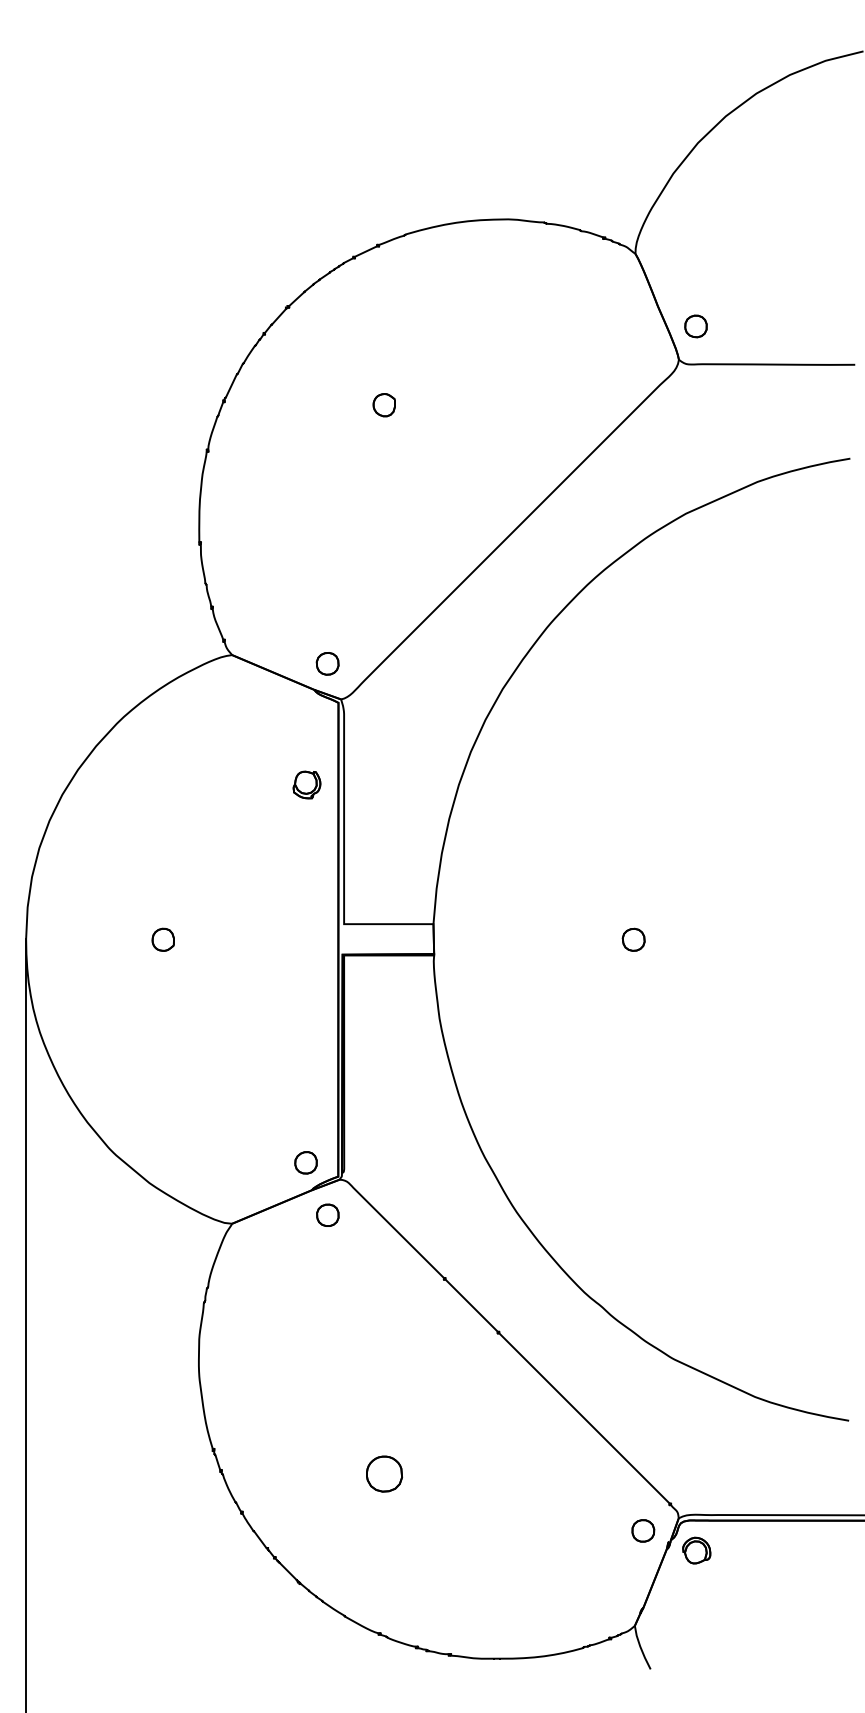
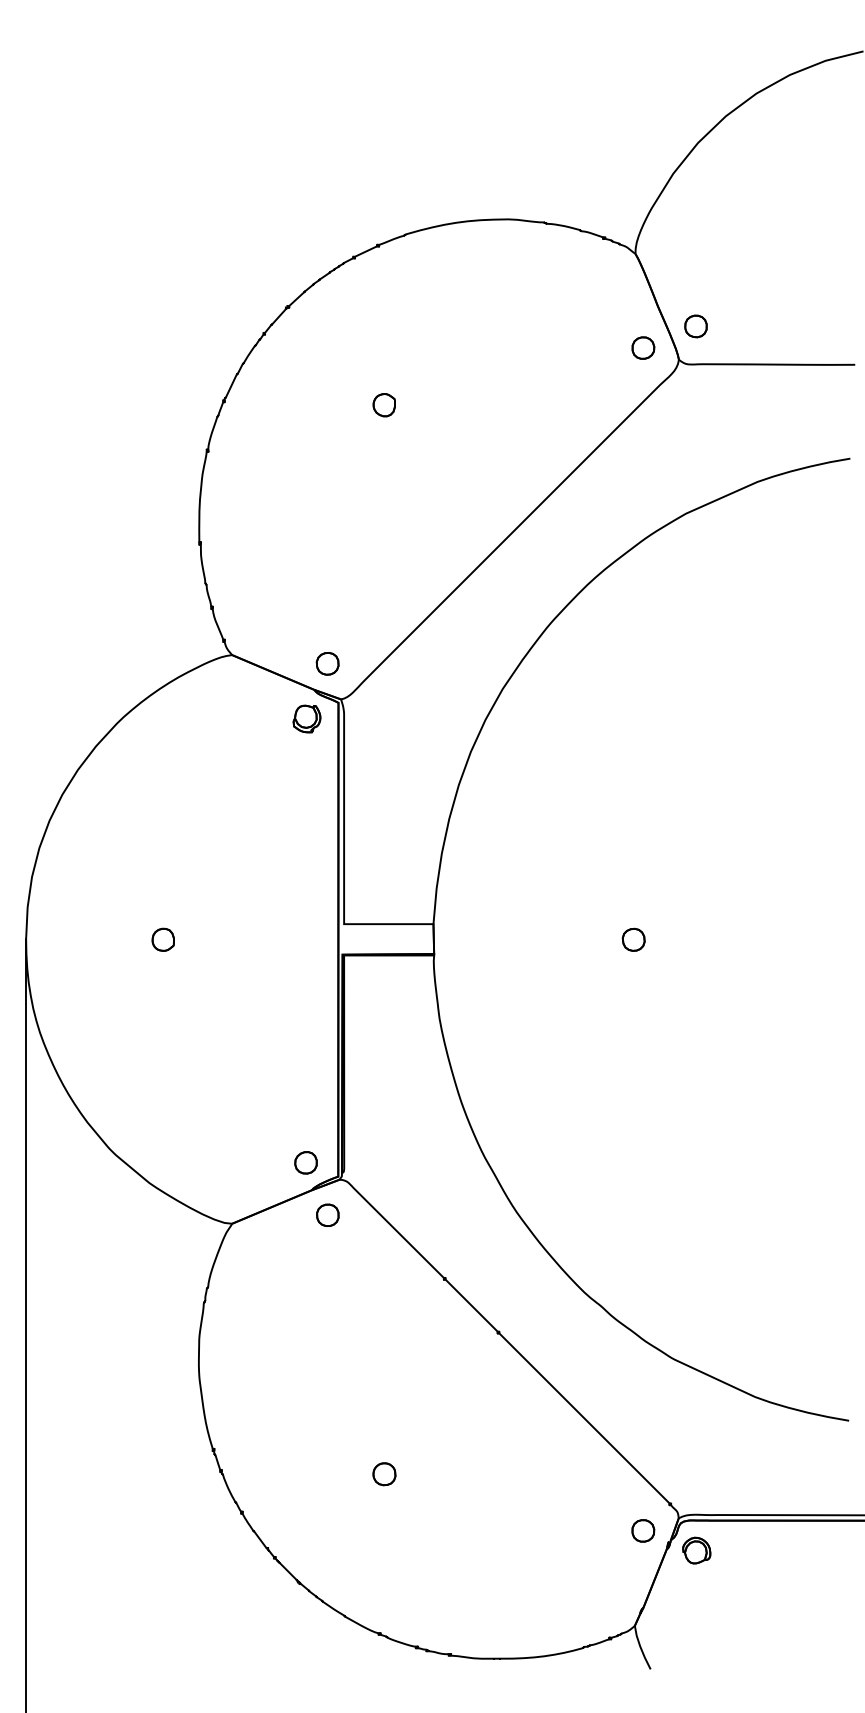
part at (643, 347): none -> present
part at (306, 784) position: (306, 784) -> (306, 718)
part at (384, 1473) size: 37x38 px -> 25x25 px
